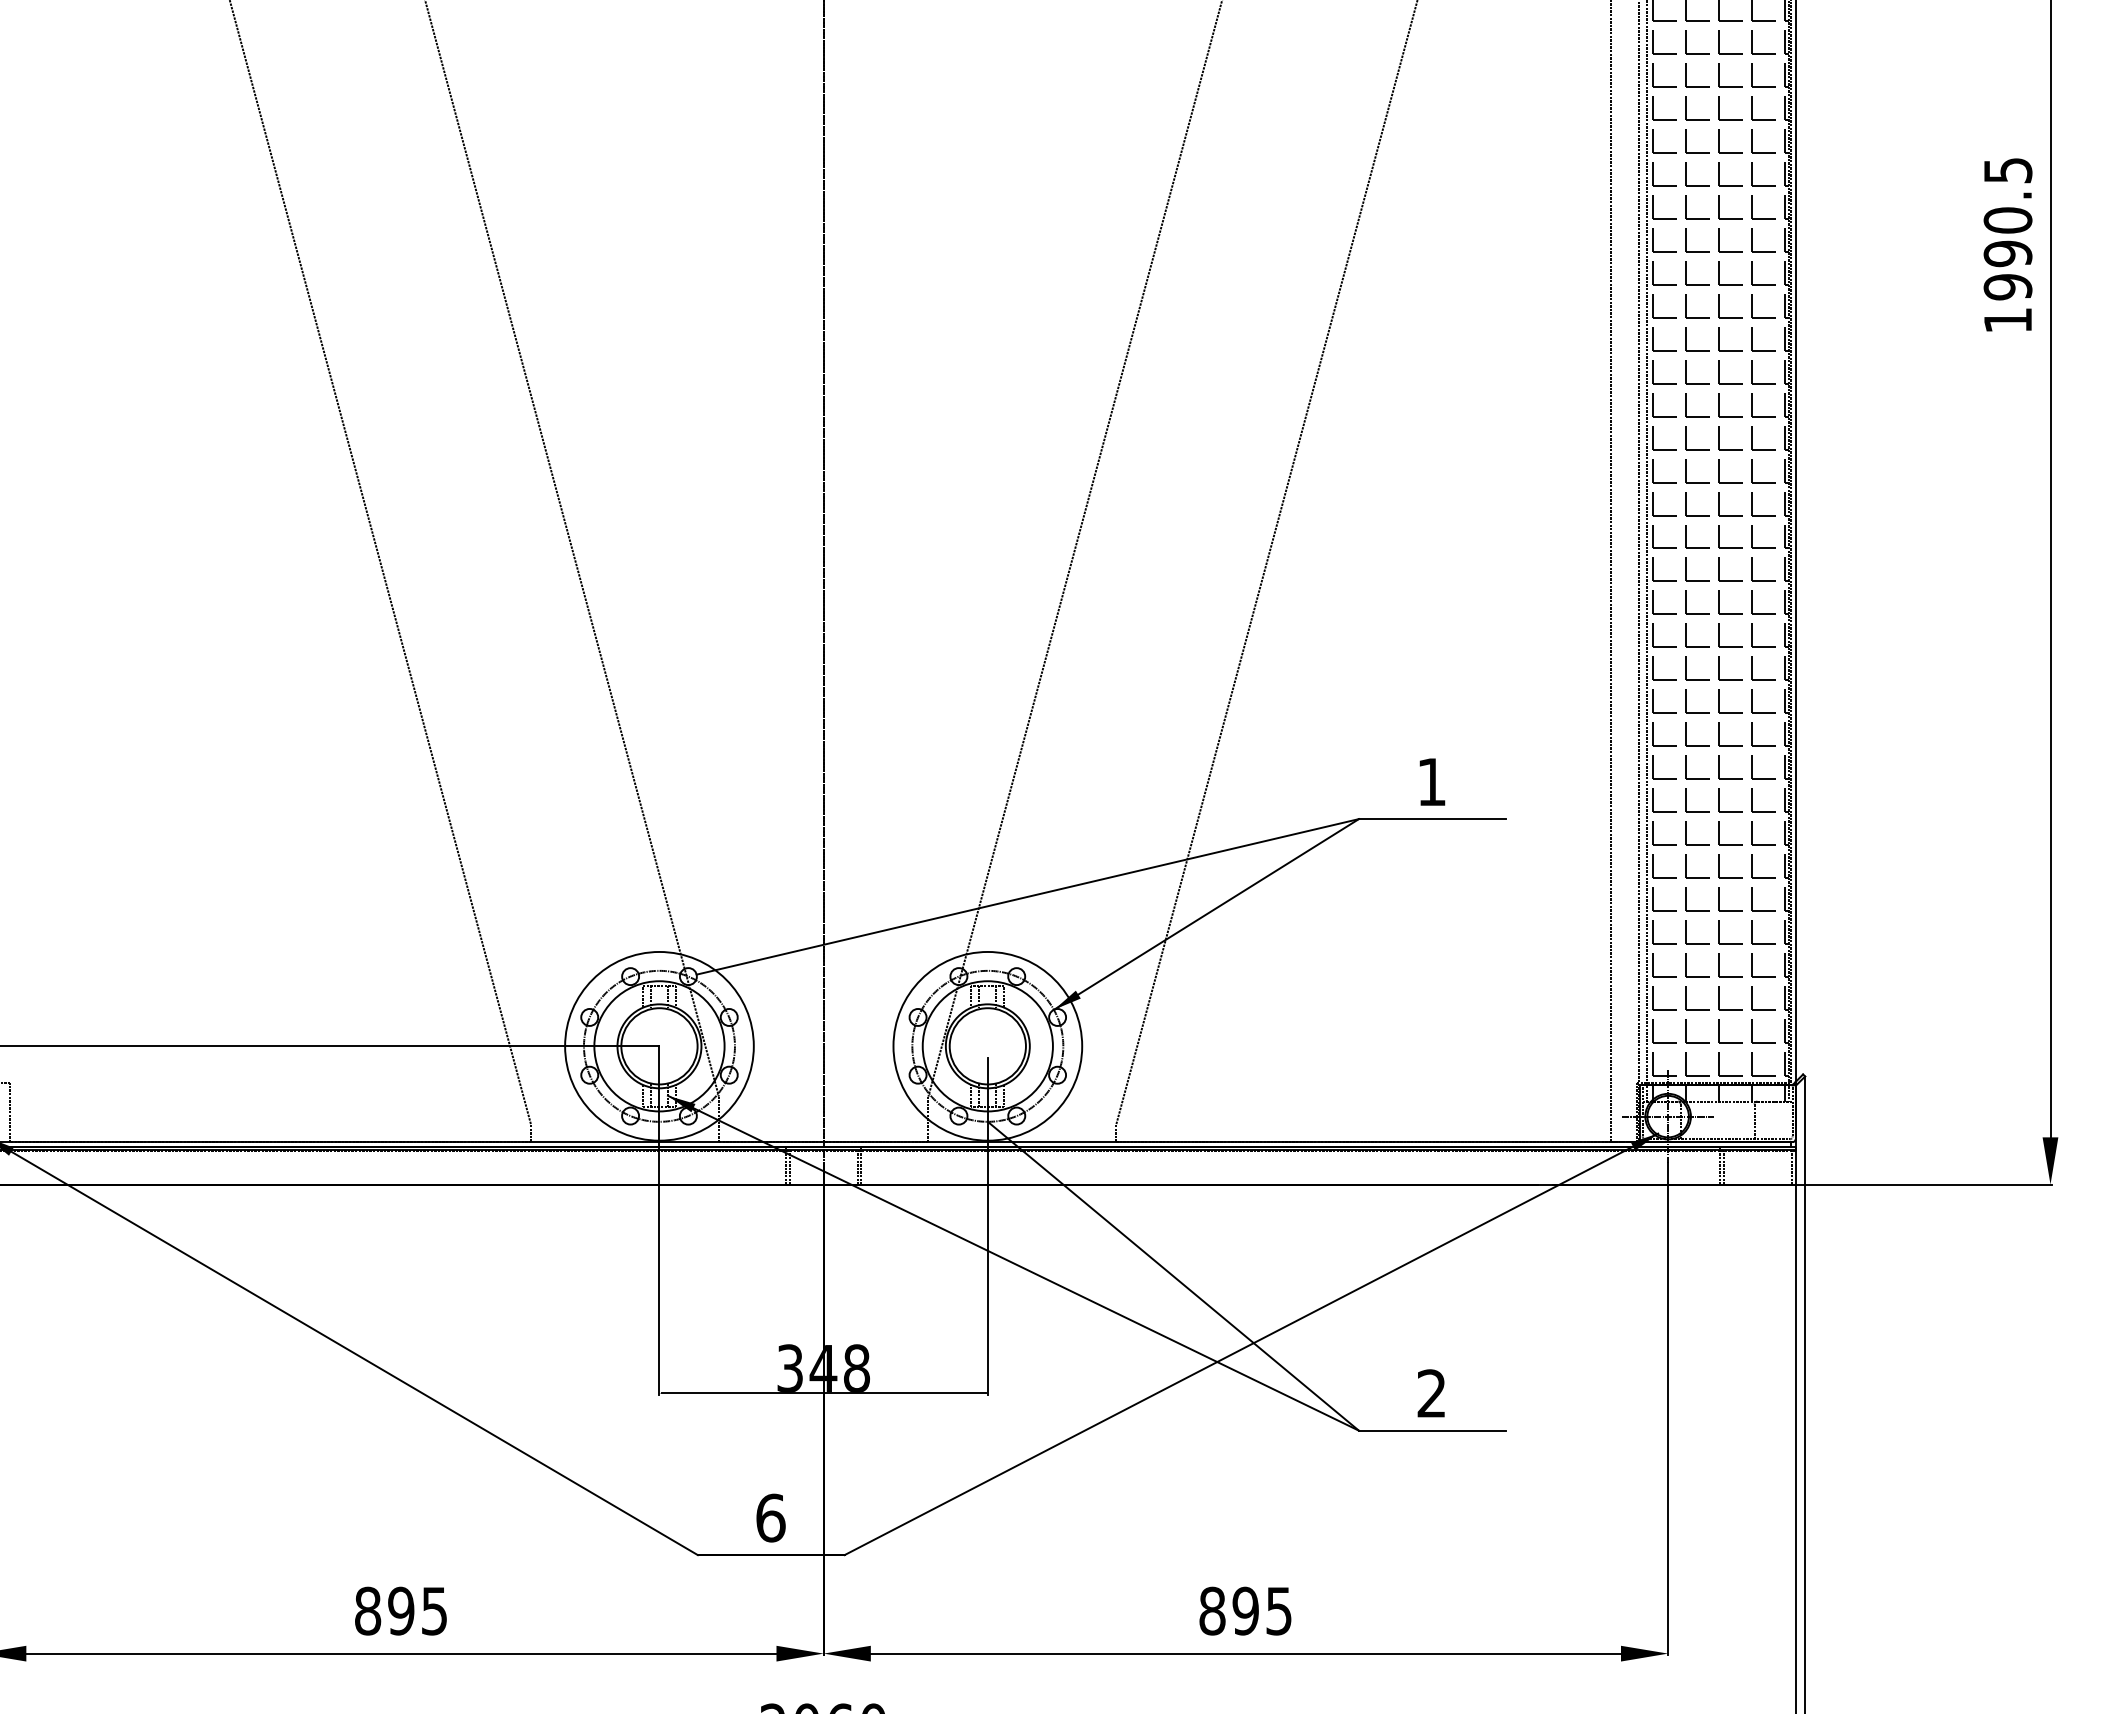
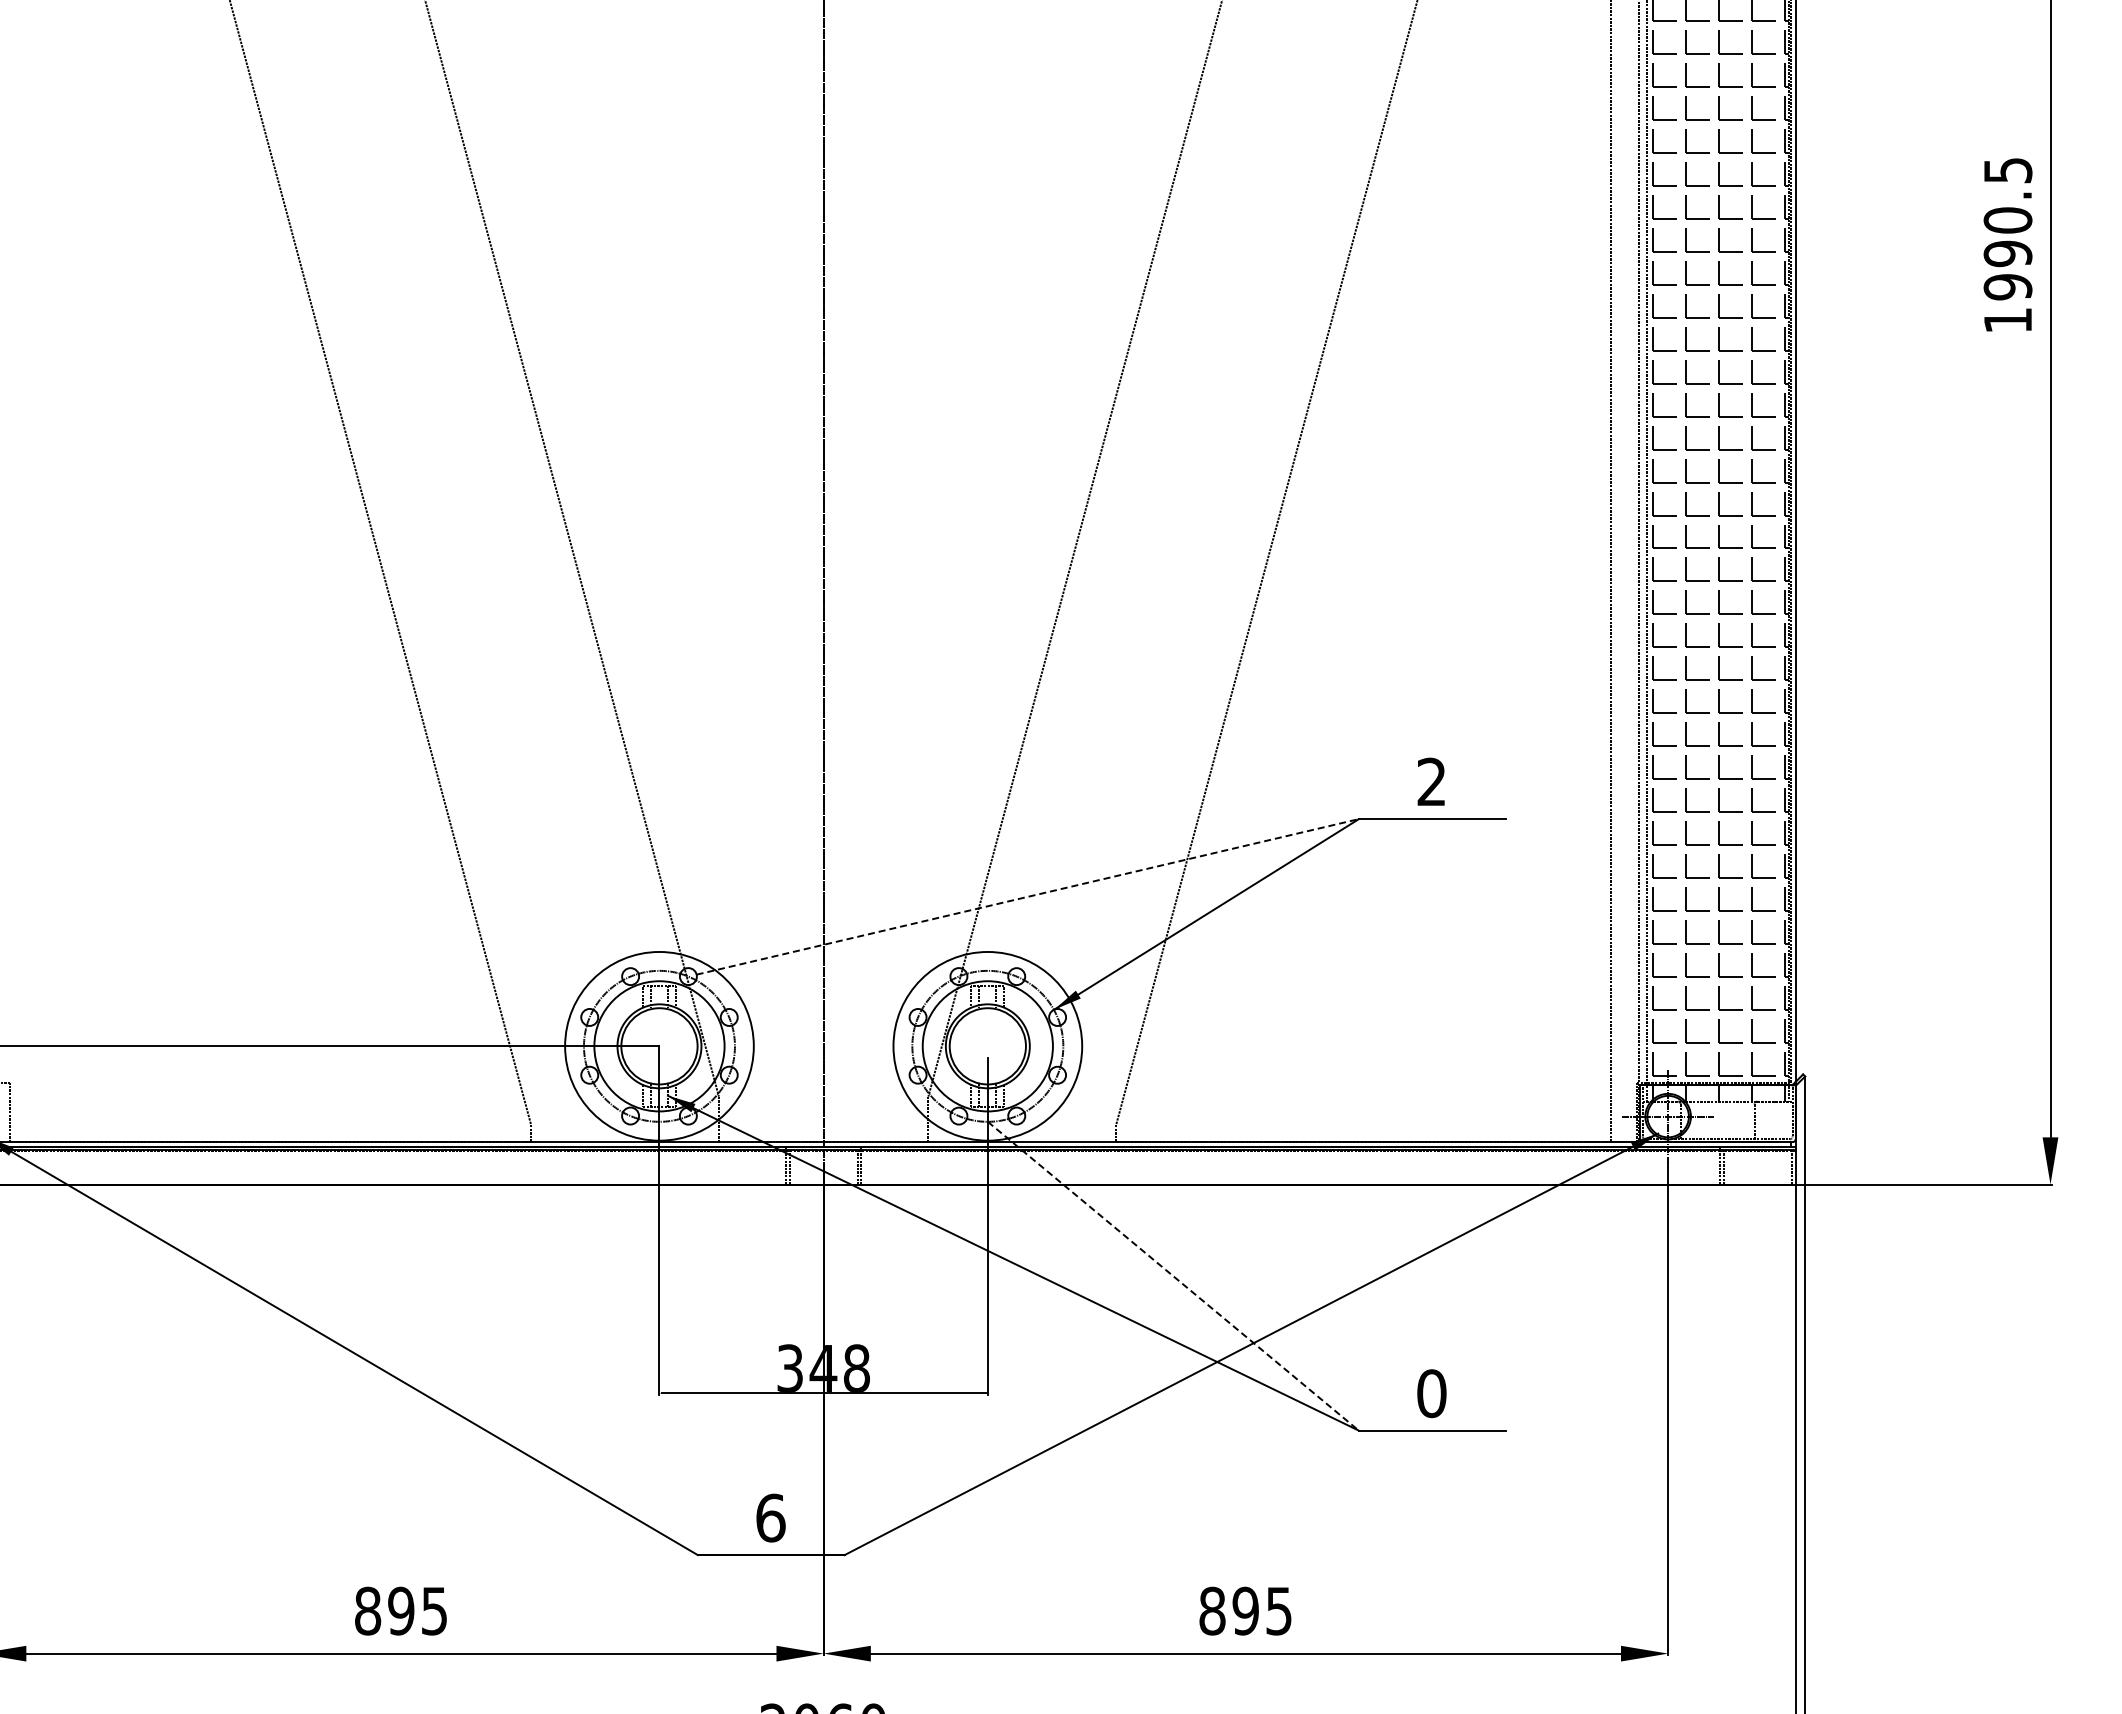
text at (1431, 781): 1 -> 2
line at (1028, 896): solid -> dashed
line at (1173, 1276): solid -> dashed
text at (1431, 1393): 2 -> 0
